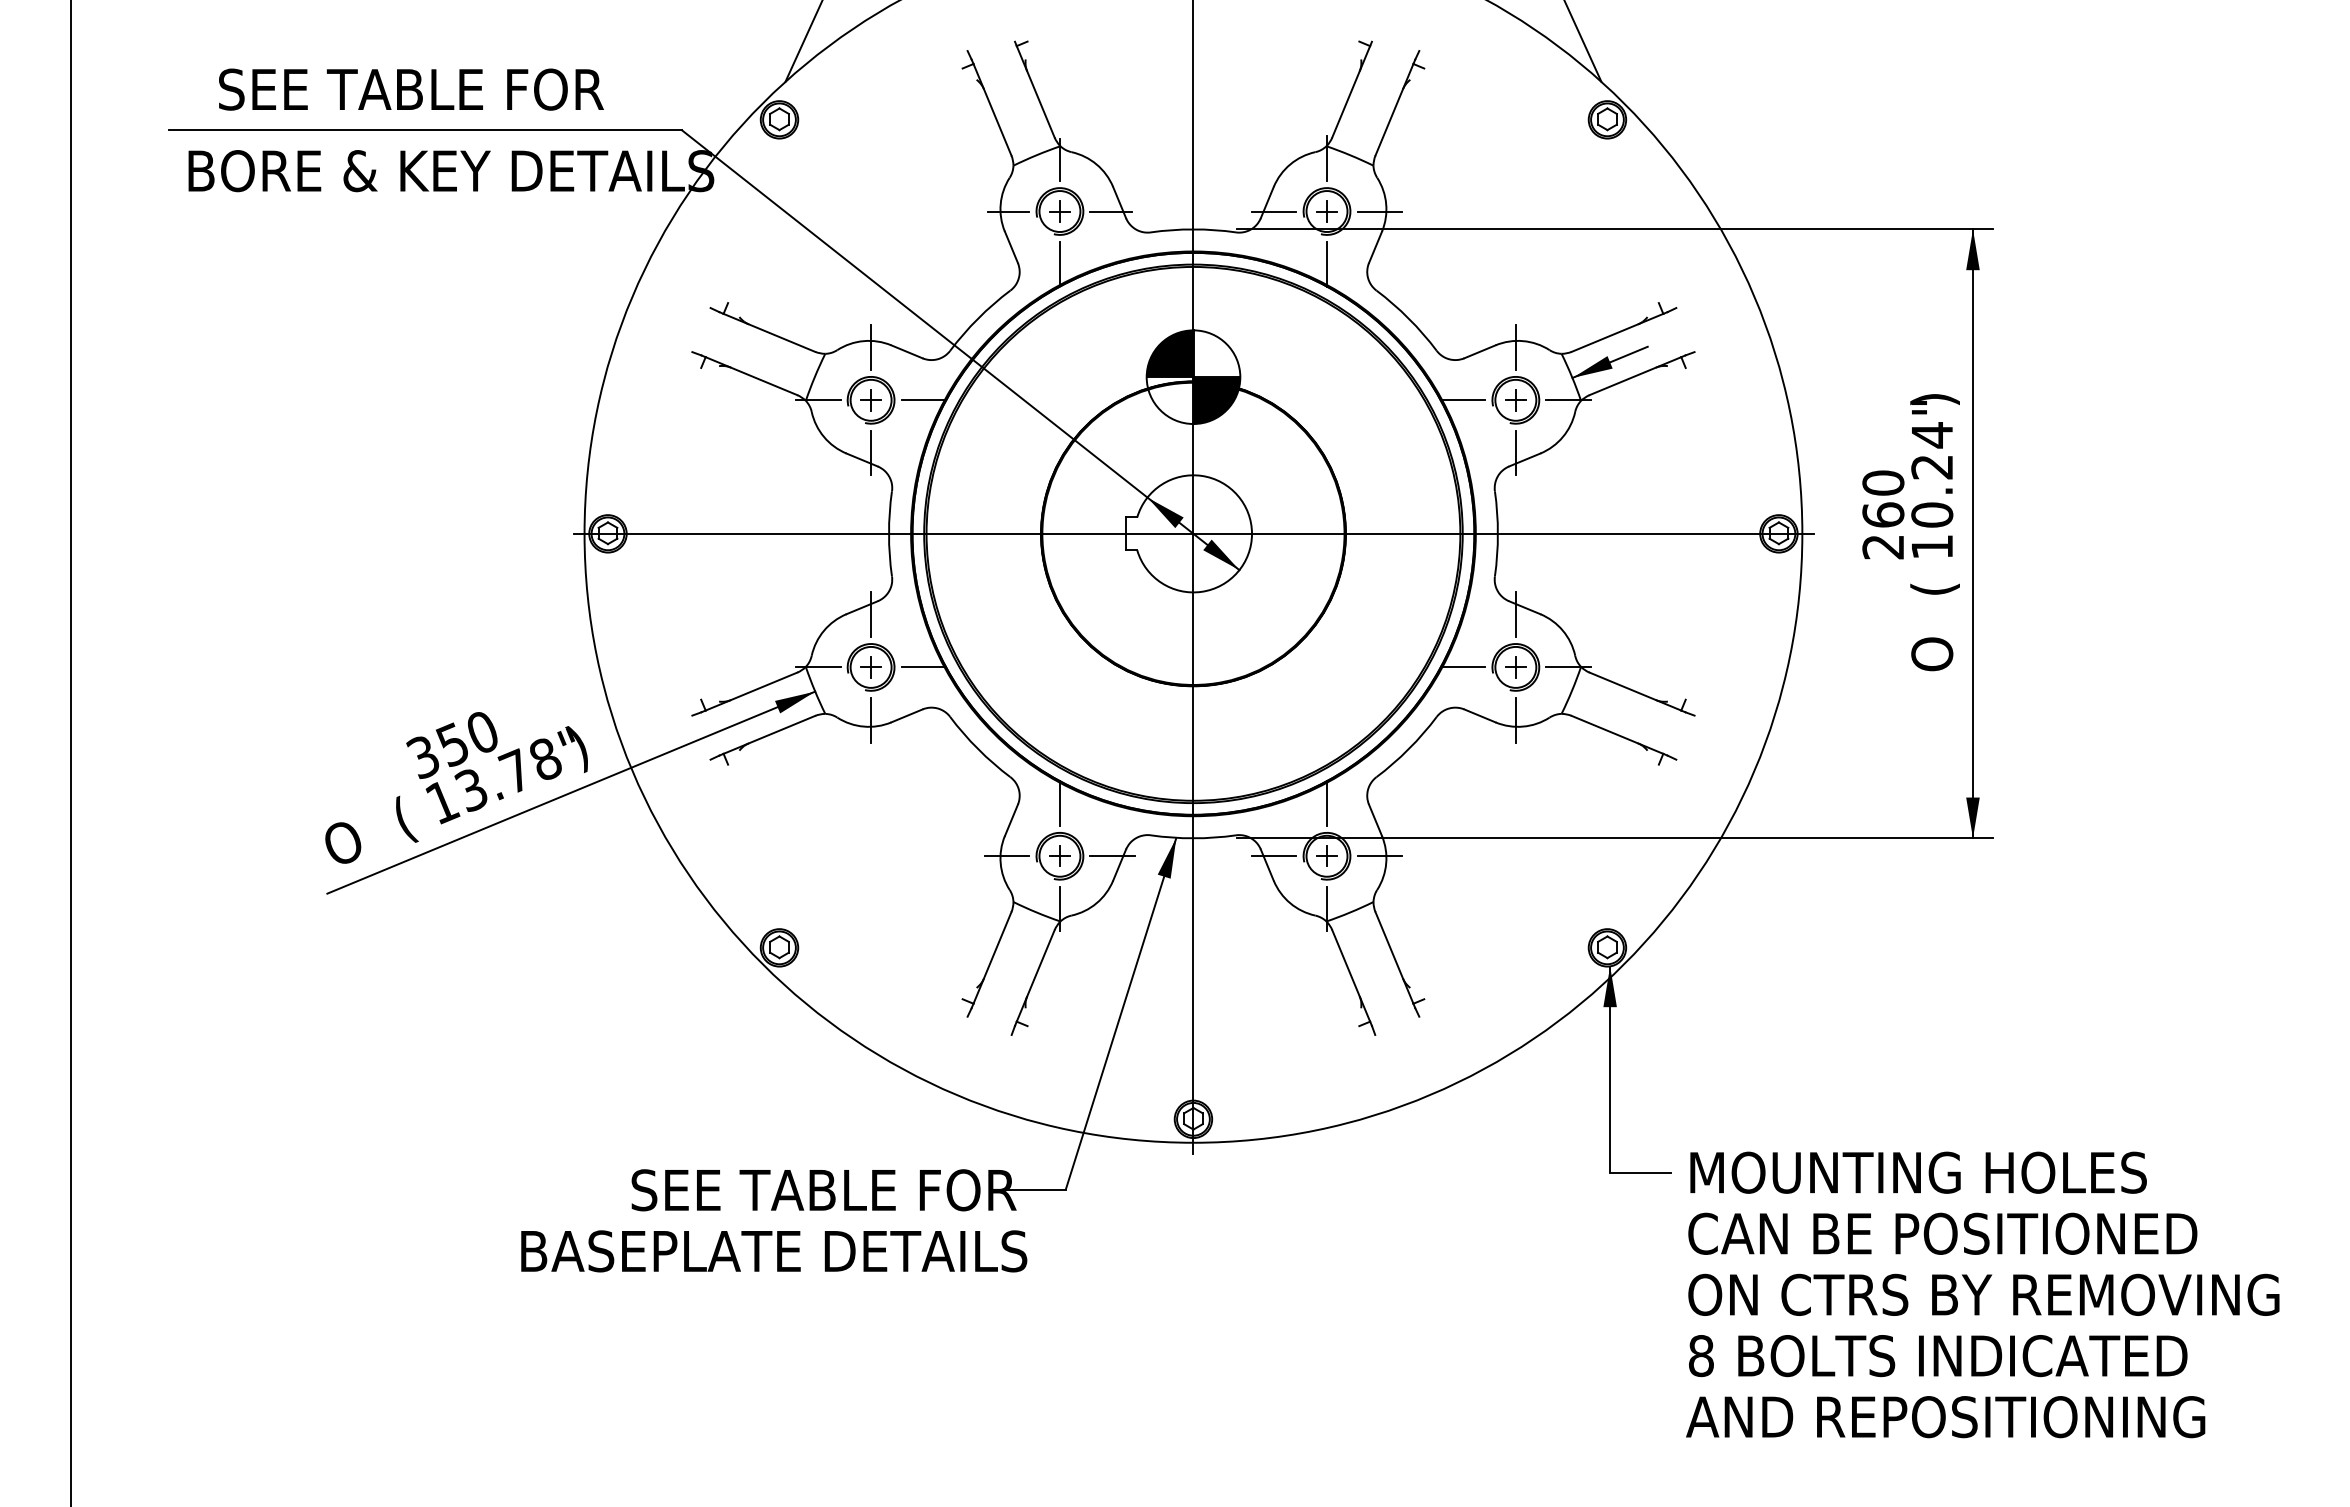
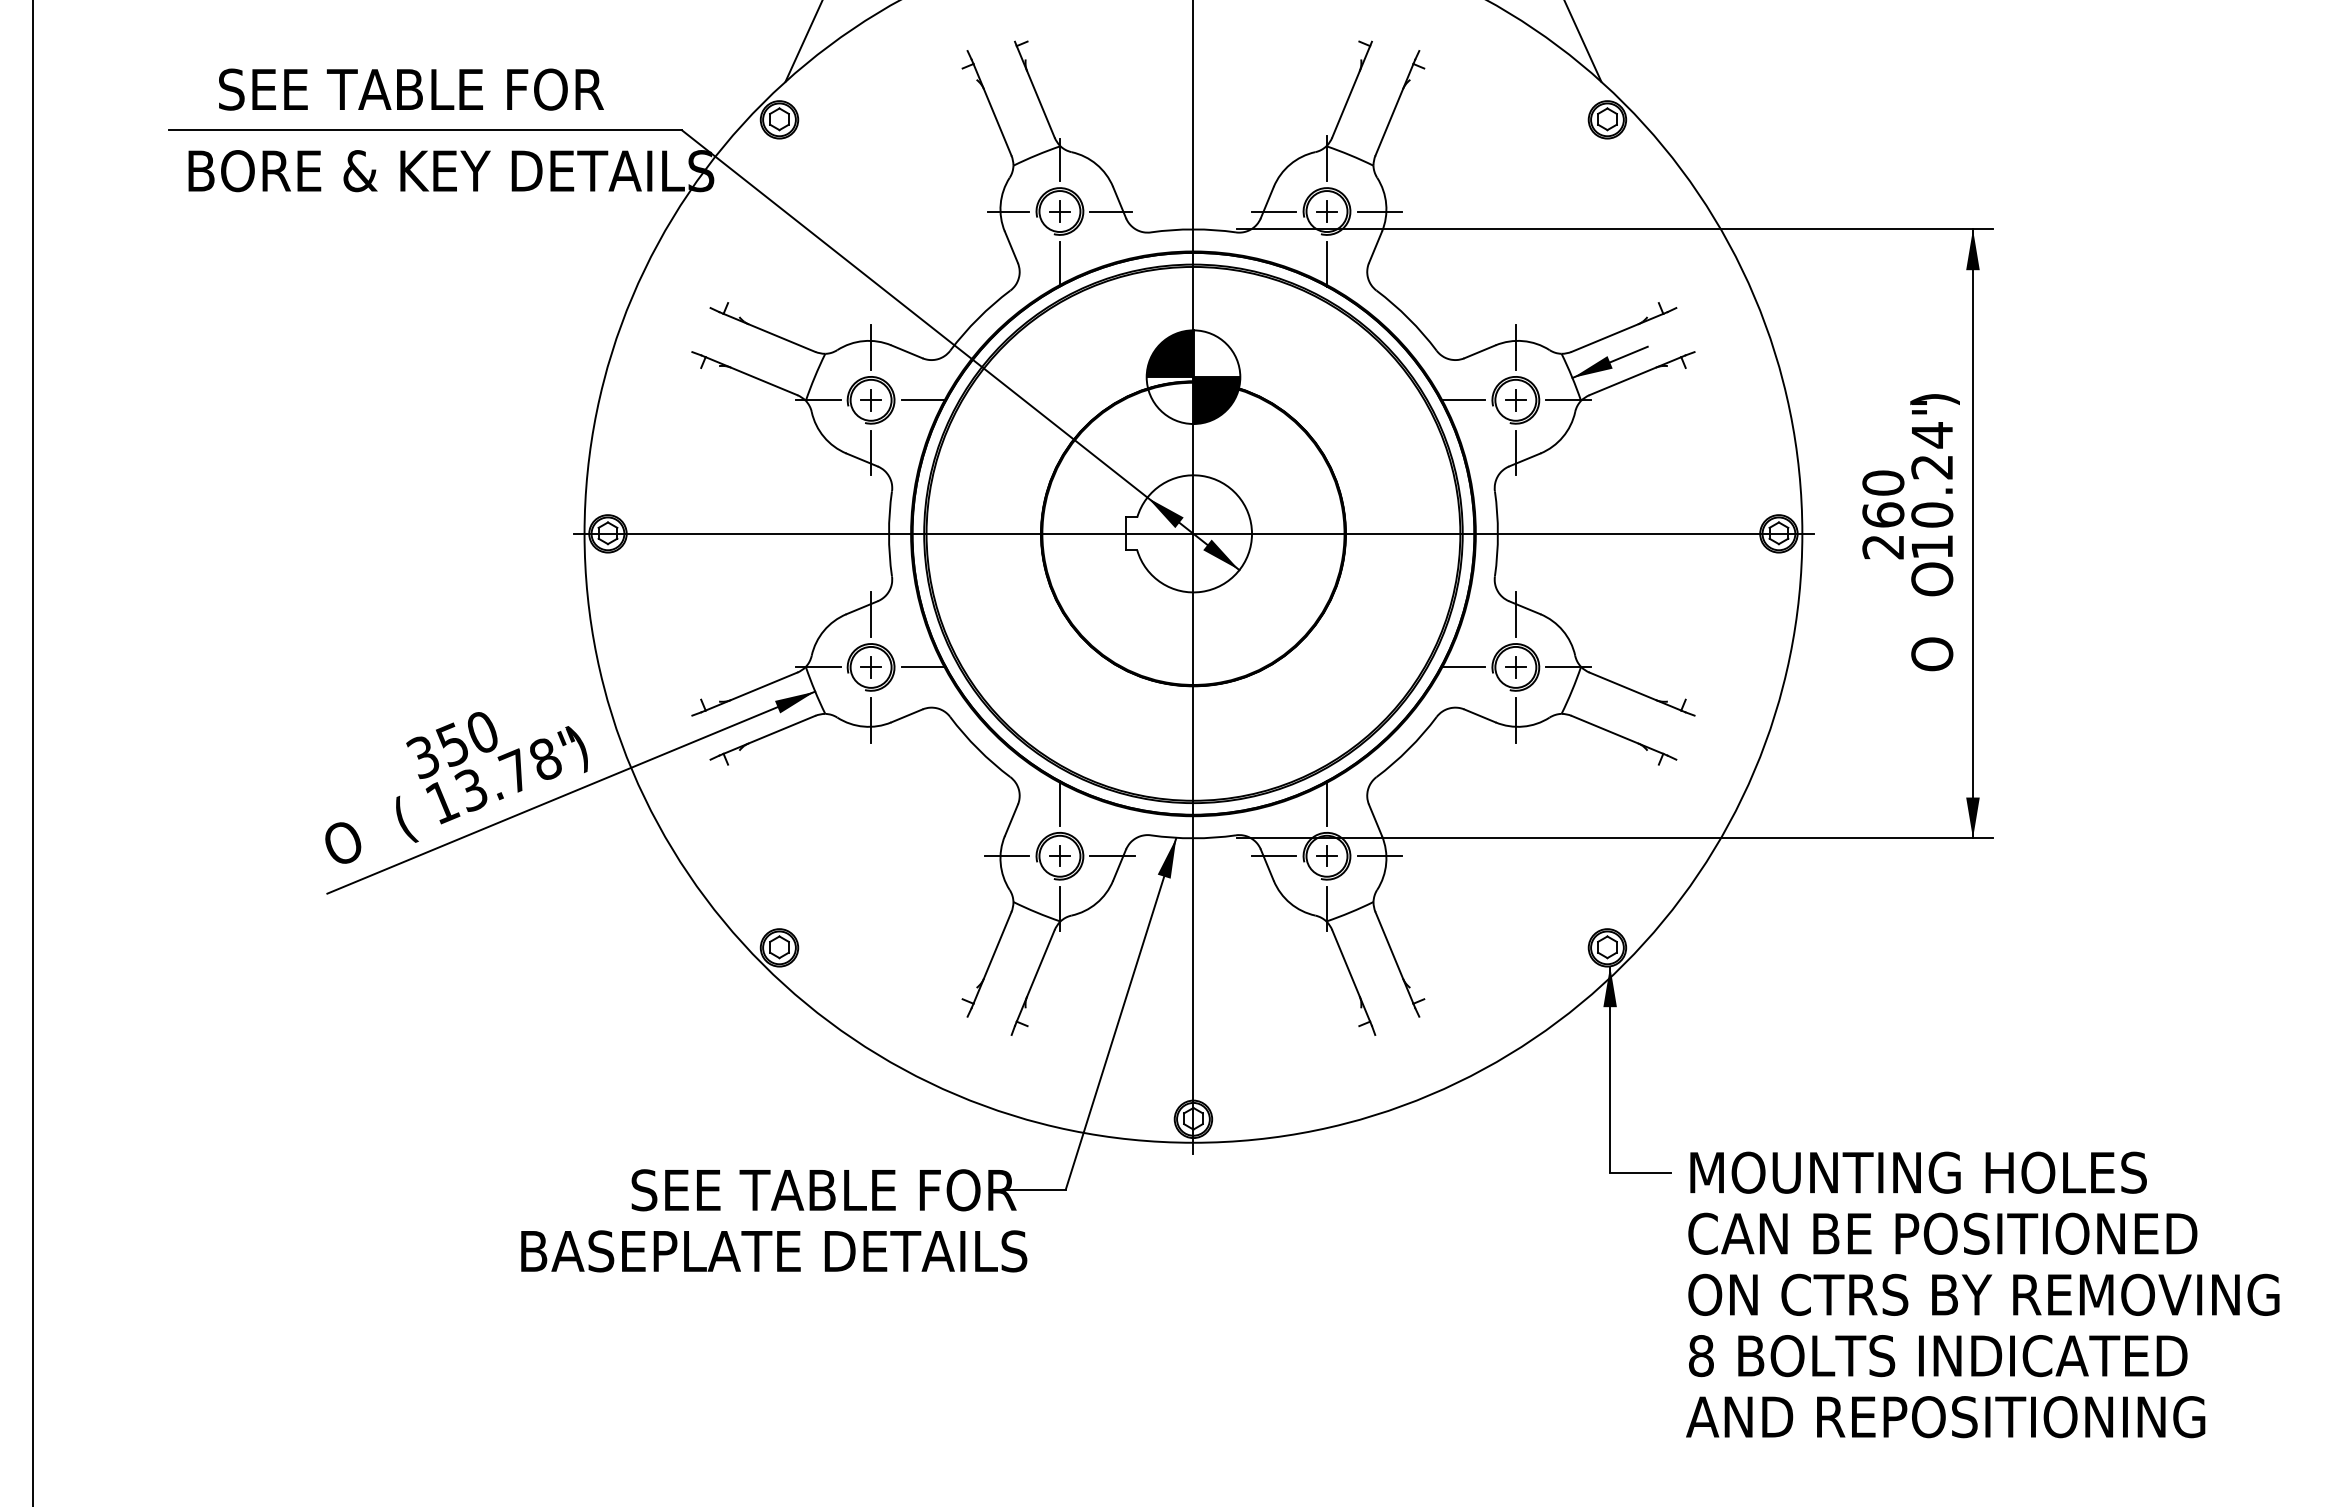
text at (1934, 579): ( -> O
line at (70, 752) position: (70, 752) -> (32, 752)
